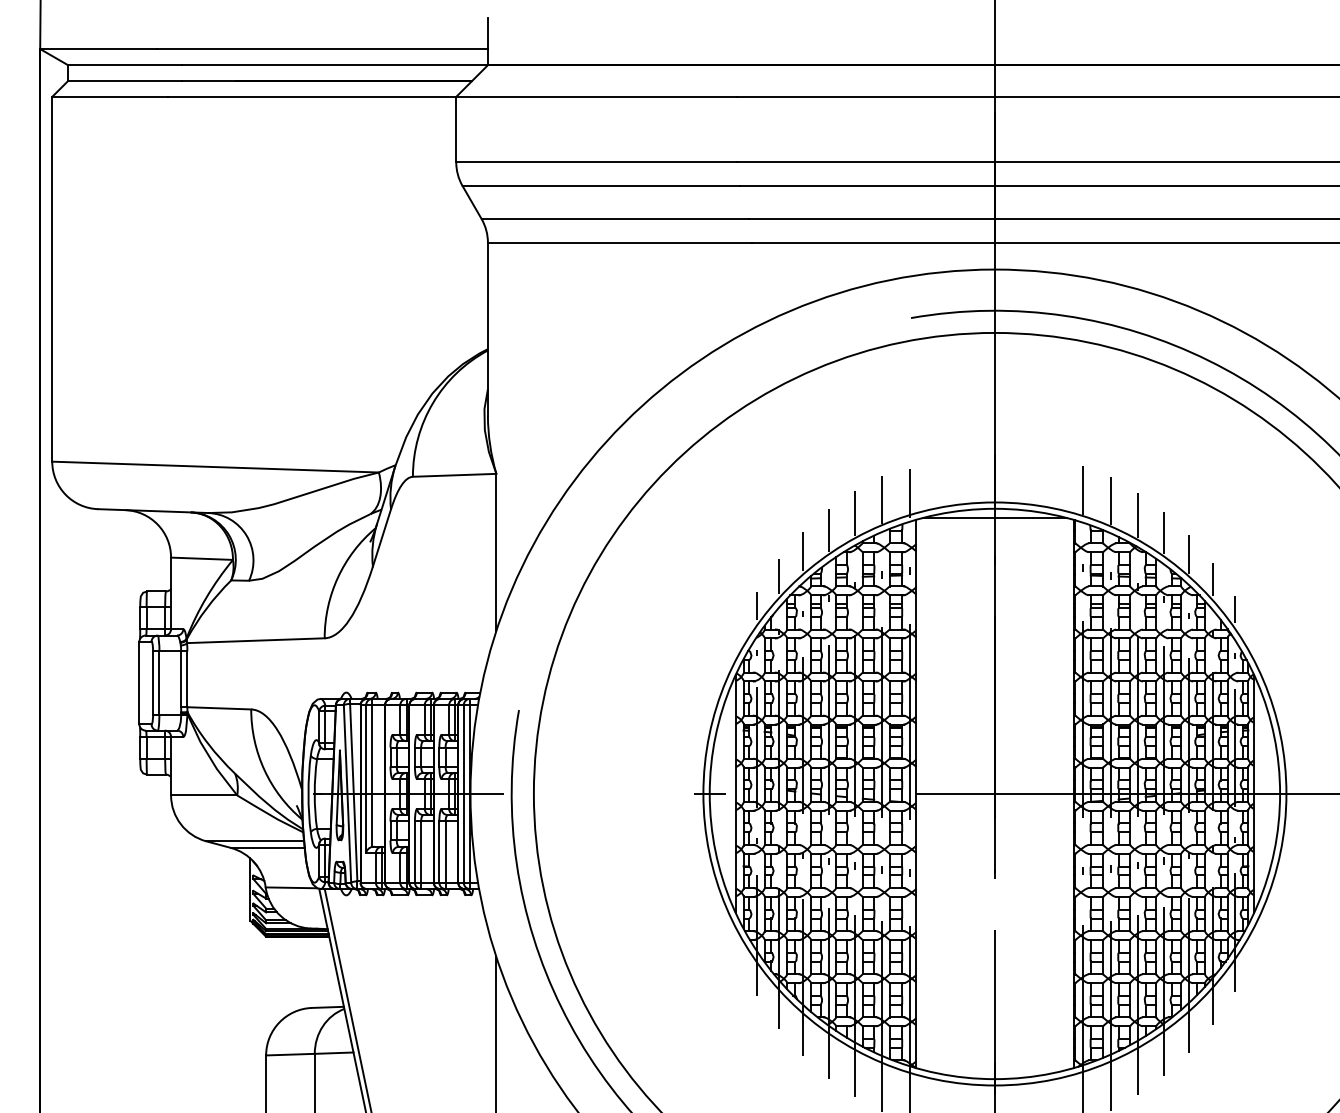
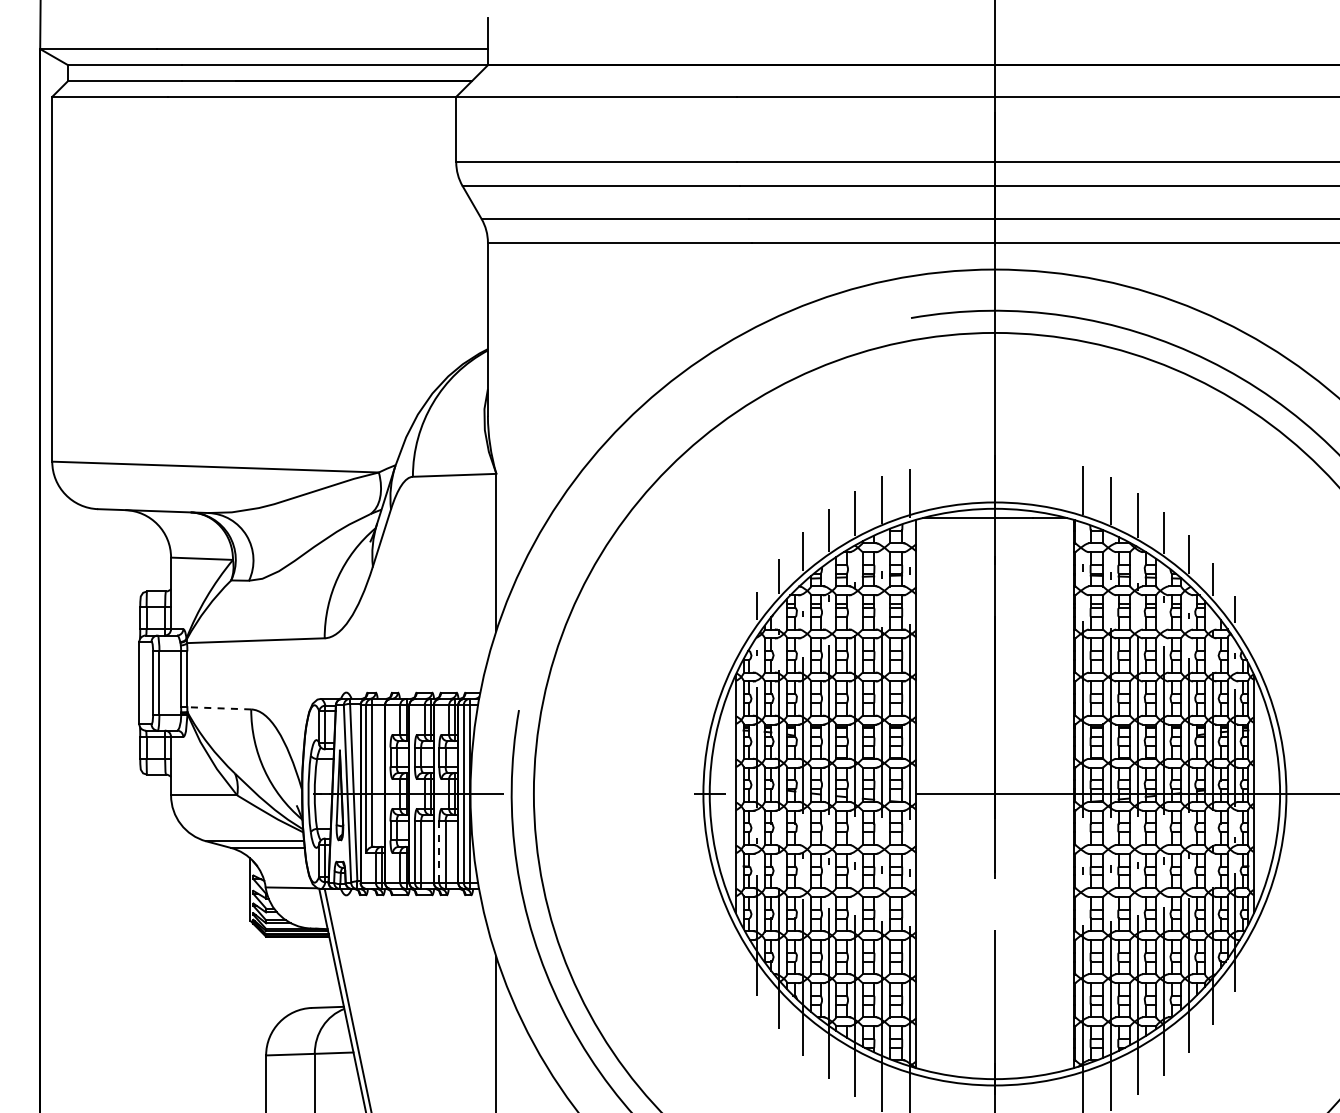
line at (219, 708): solid -> dashed
line at (439, 852): solid -> dashed
